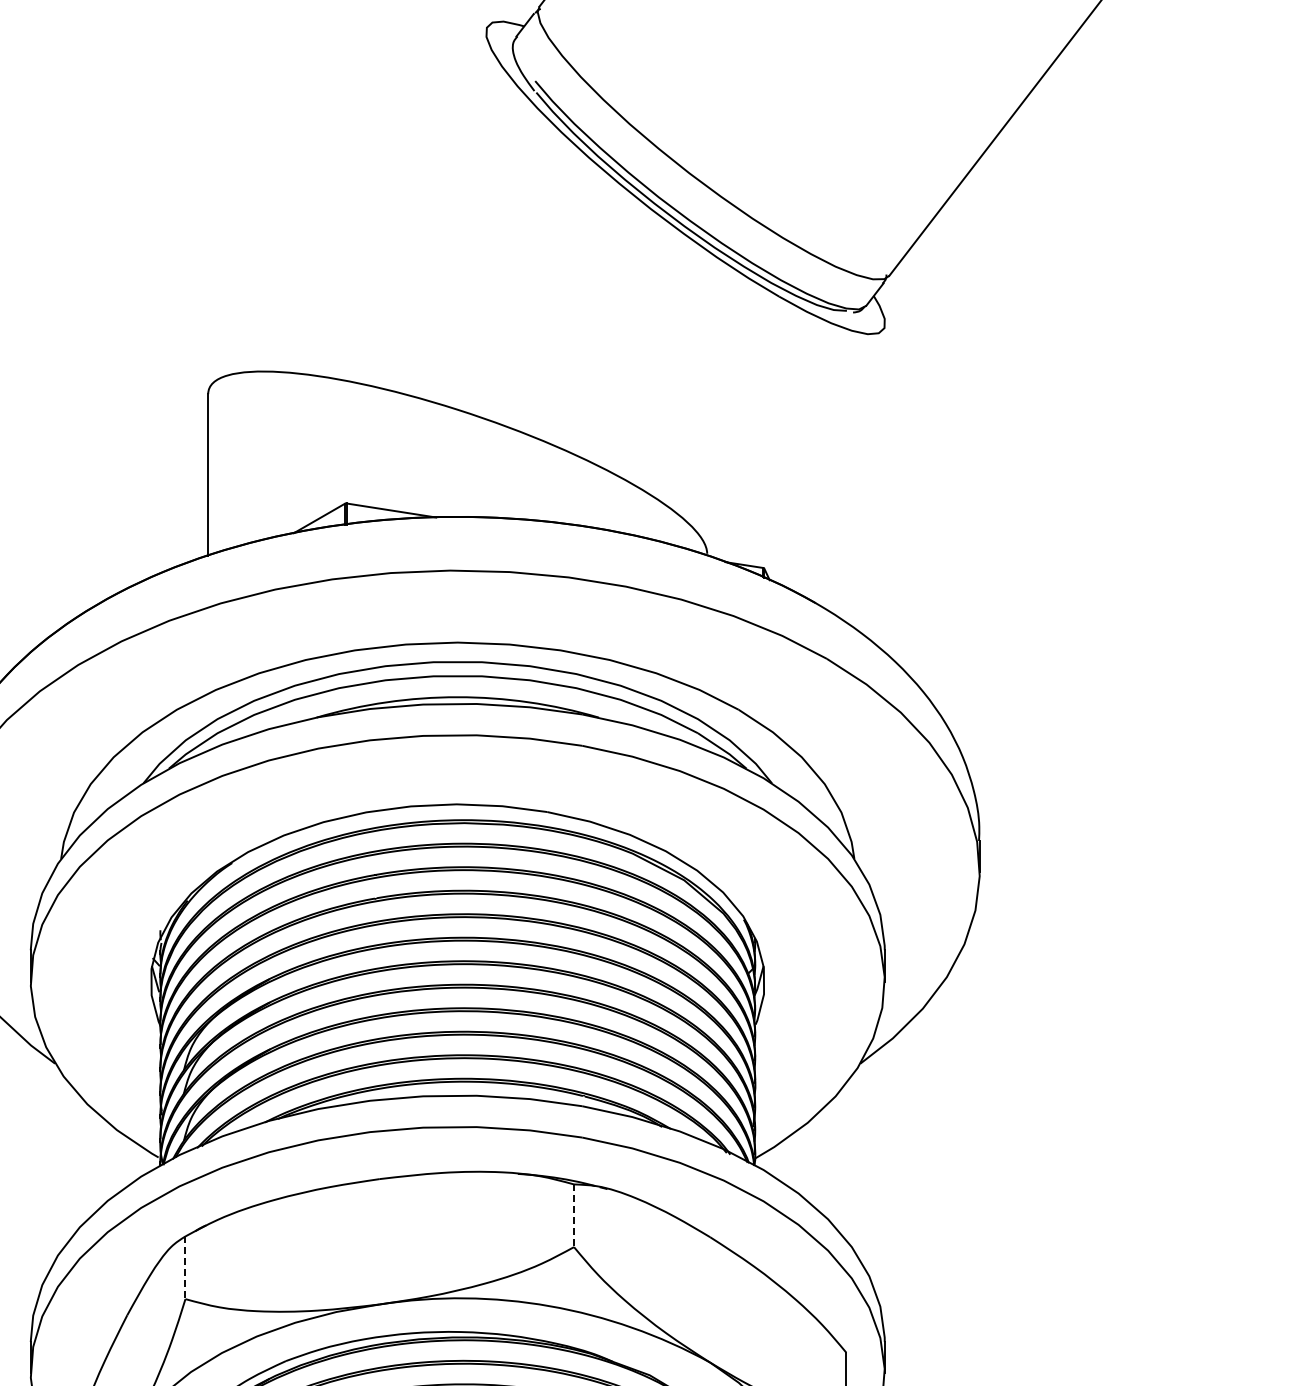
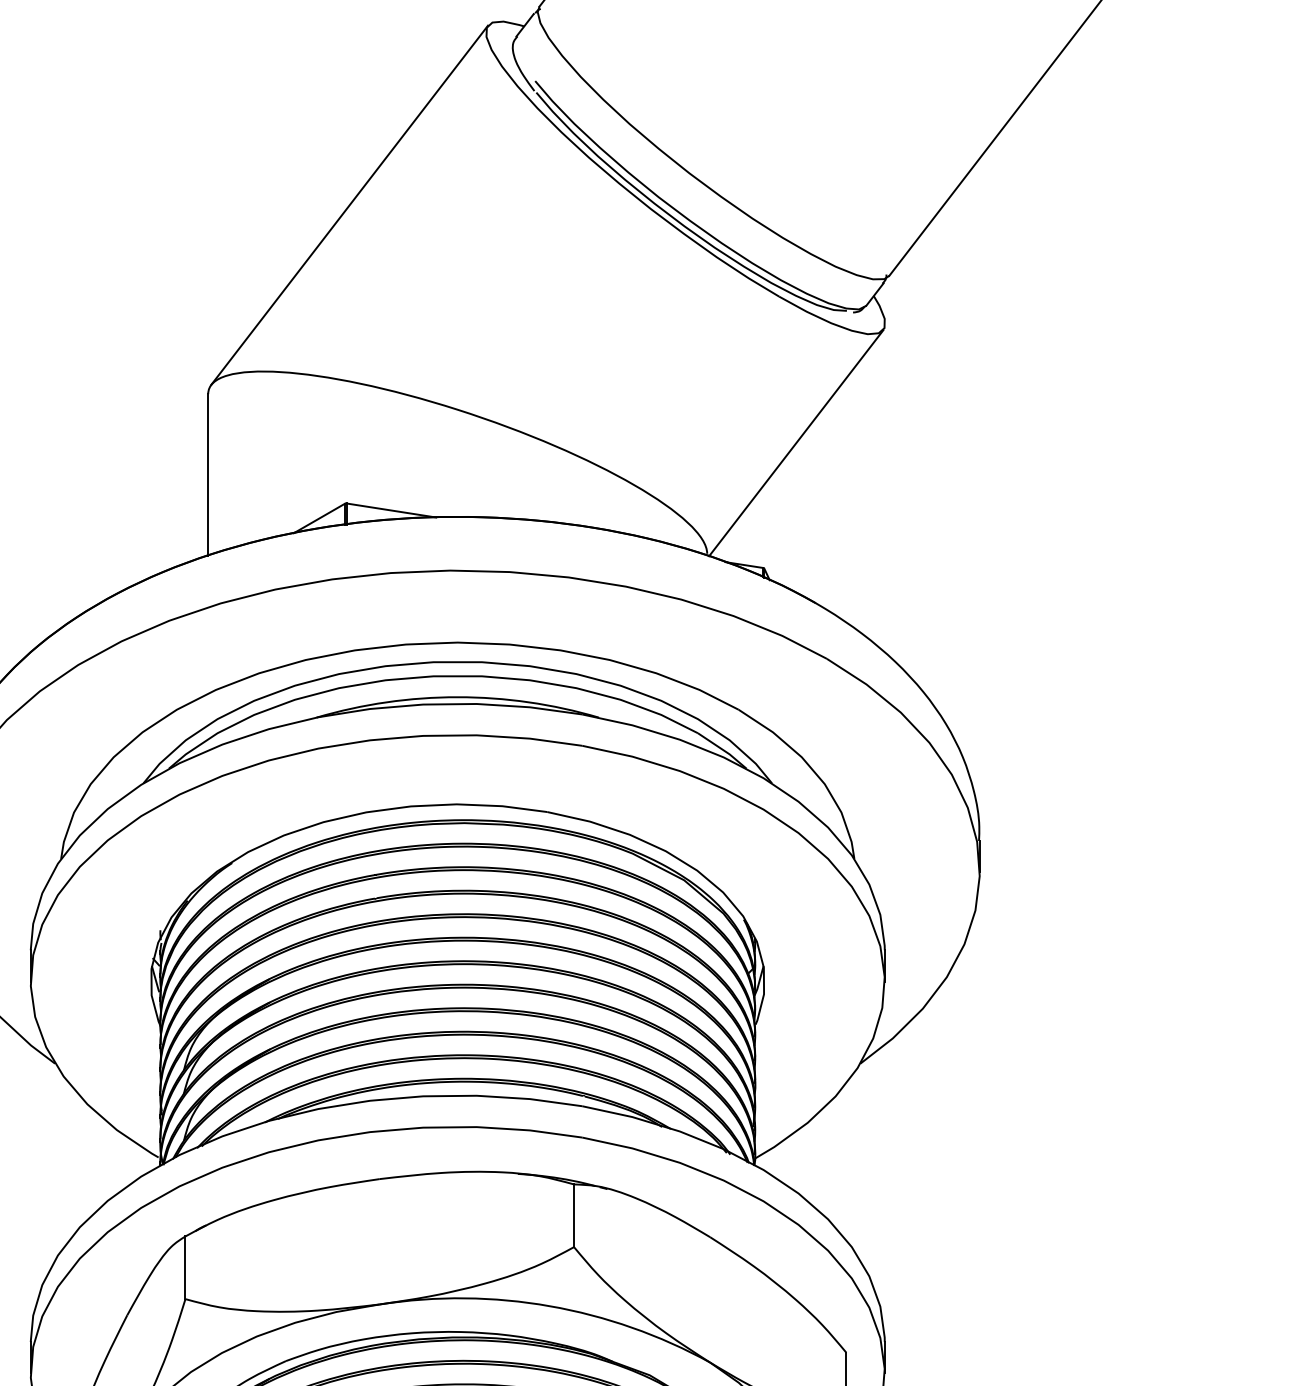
line at (349, 204): none -> present
line at (796, 443): none -> present
line at (574, 1216): dashed -> solid
line at (185, 1268): dashed -> solid
